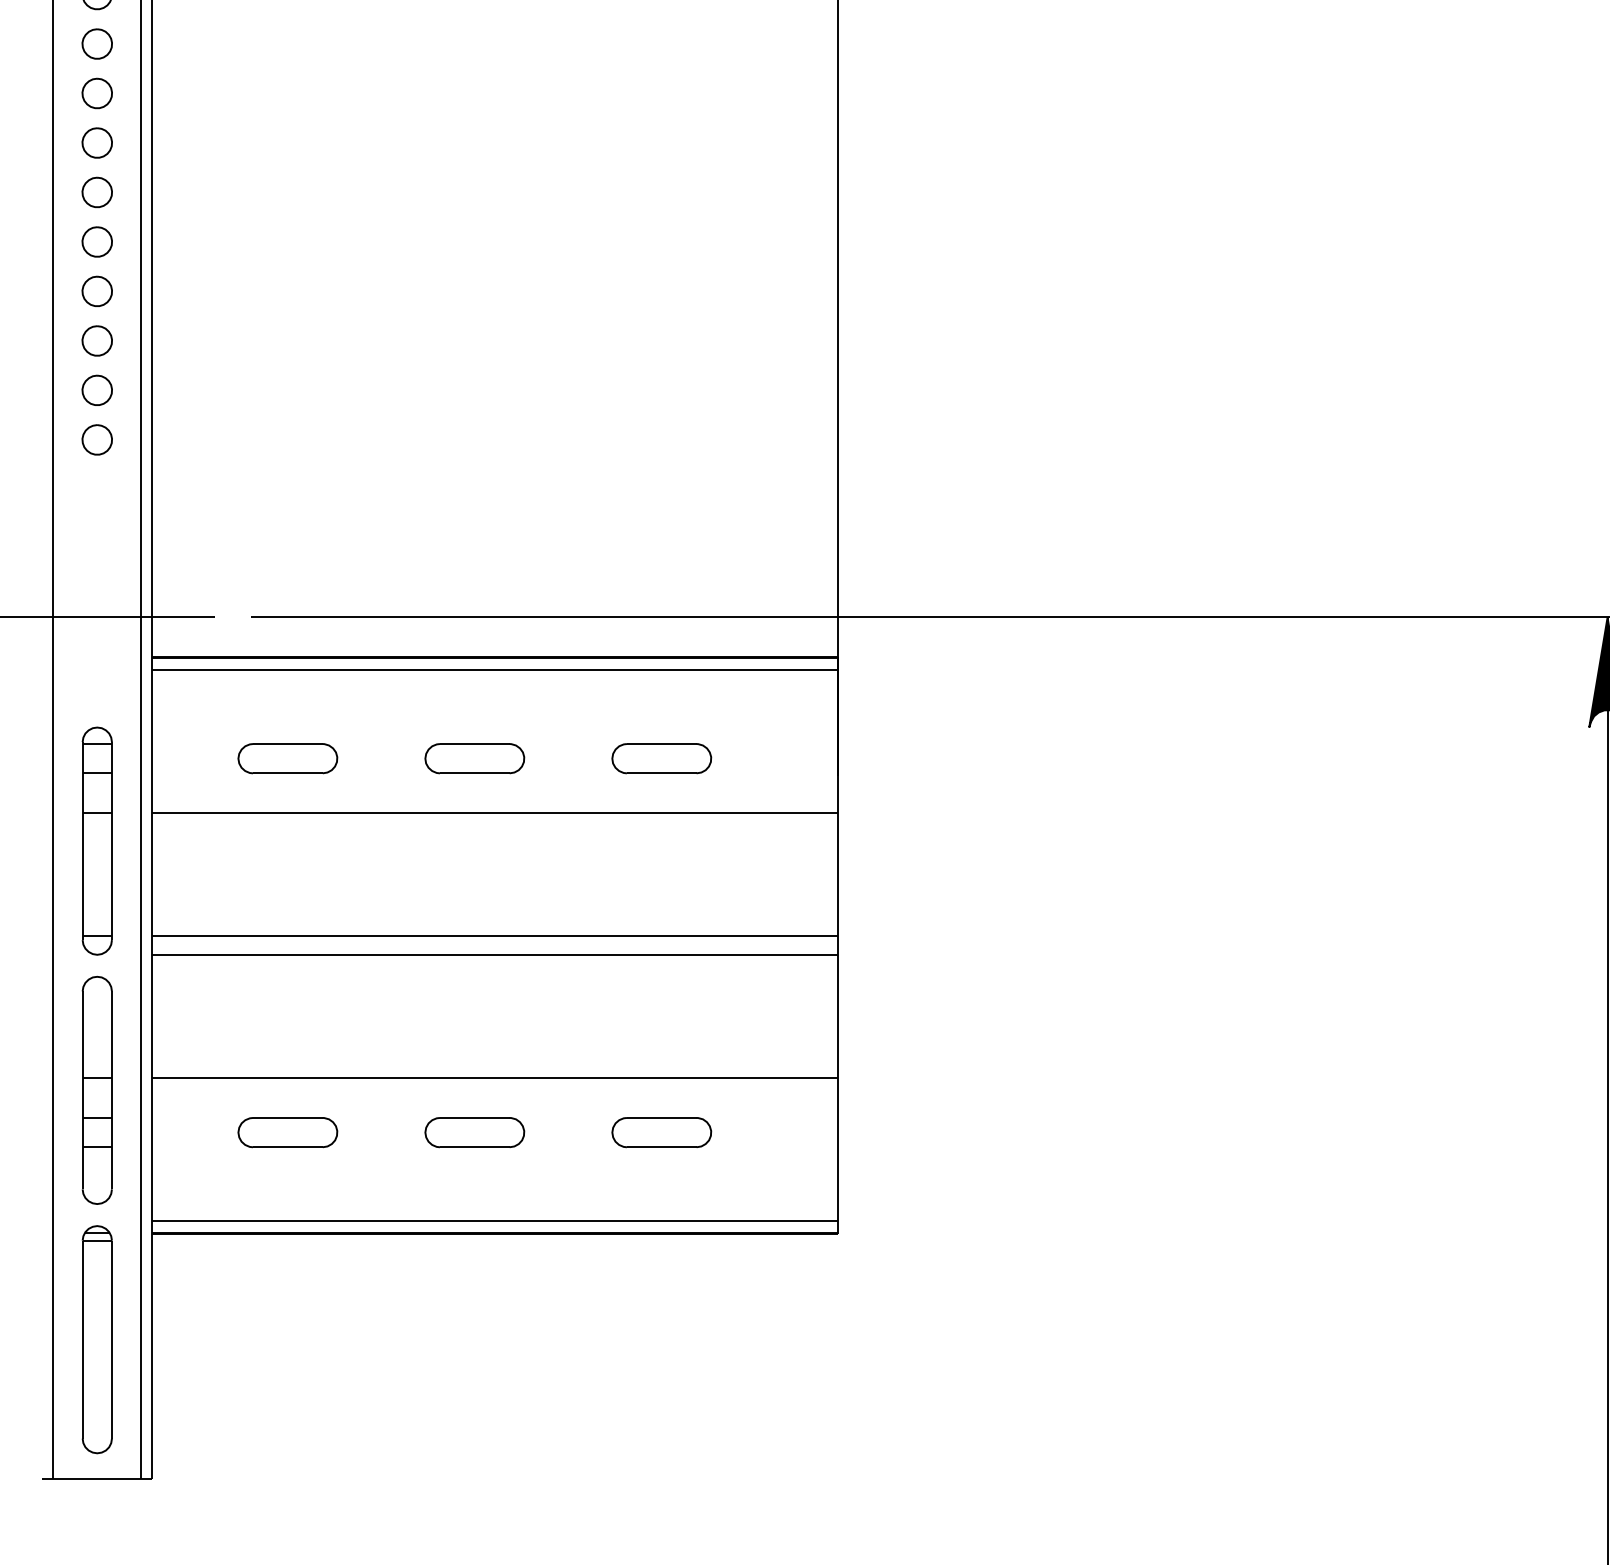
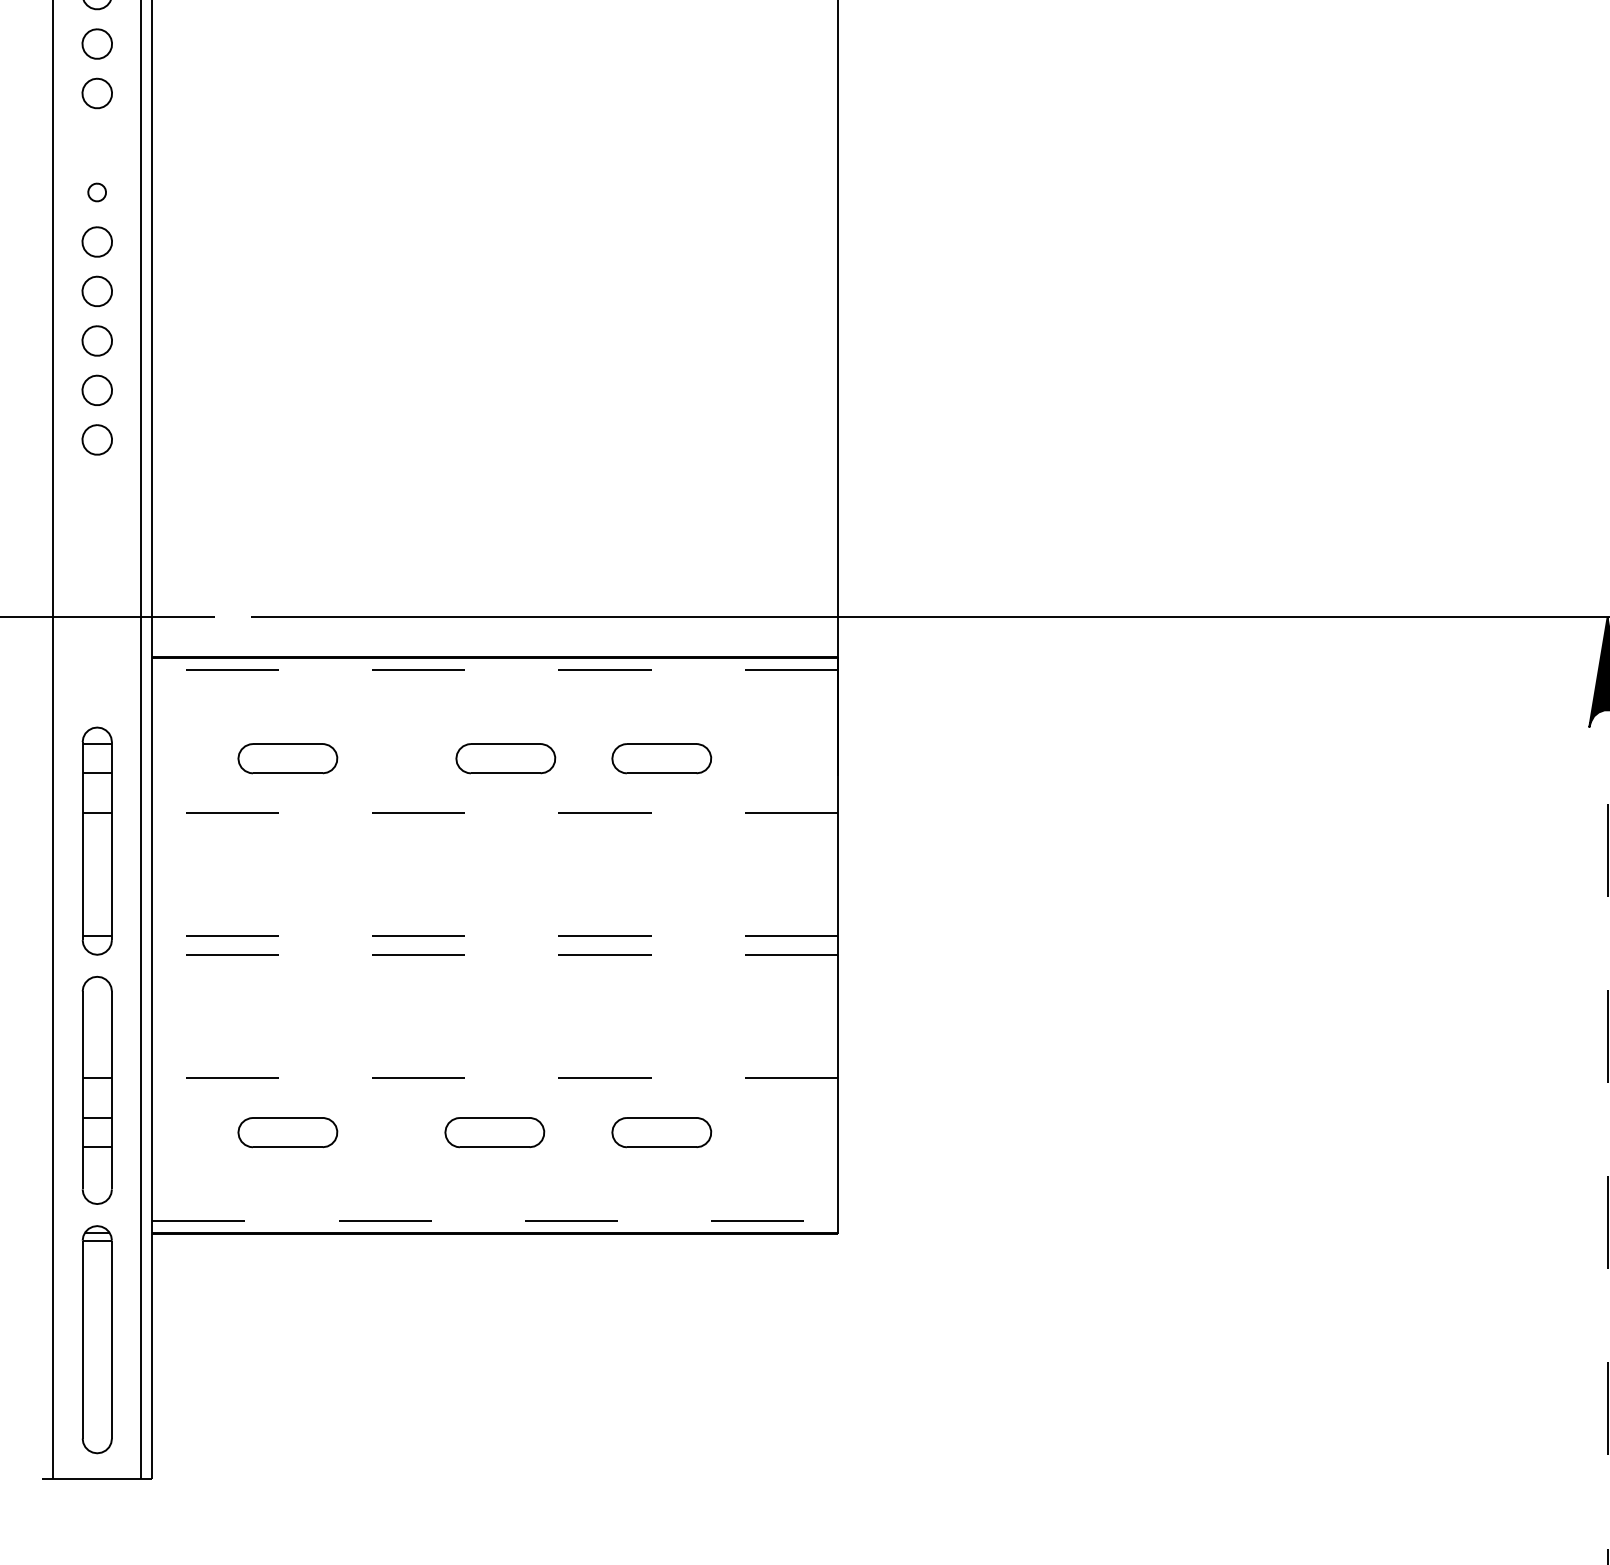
part at (96, 142): present -> none
part at (96, 192) size: 32x33 px -> 20x21 px
line at (495, 670): solid -> dashed
part at (474, 758) position: (474, 758) -> (505, 758)
line at (495, 813): solid -> dashed
line at (495, 936): solid -> dashed
line at (495, 954): solid -> dashed
line at (495, 1078): solid -> dashed
line at (1607, 1091): solid -> dashed
part at (474, 1132) position: (474, 1132) -> (494, 1132)
line at (495, 1221): solid -> dashed
